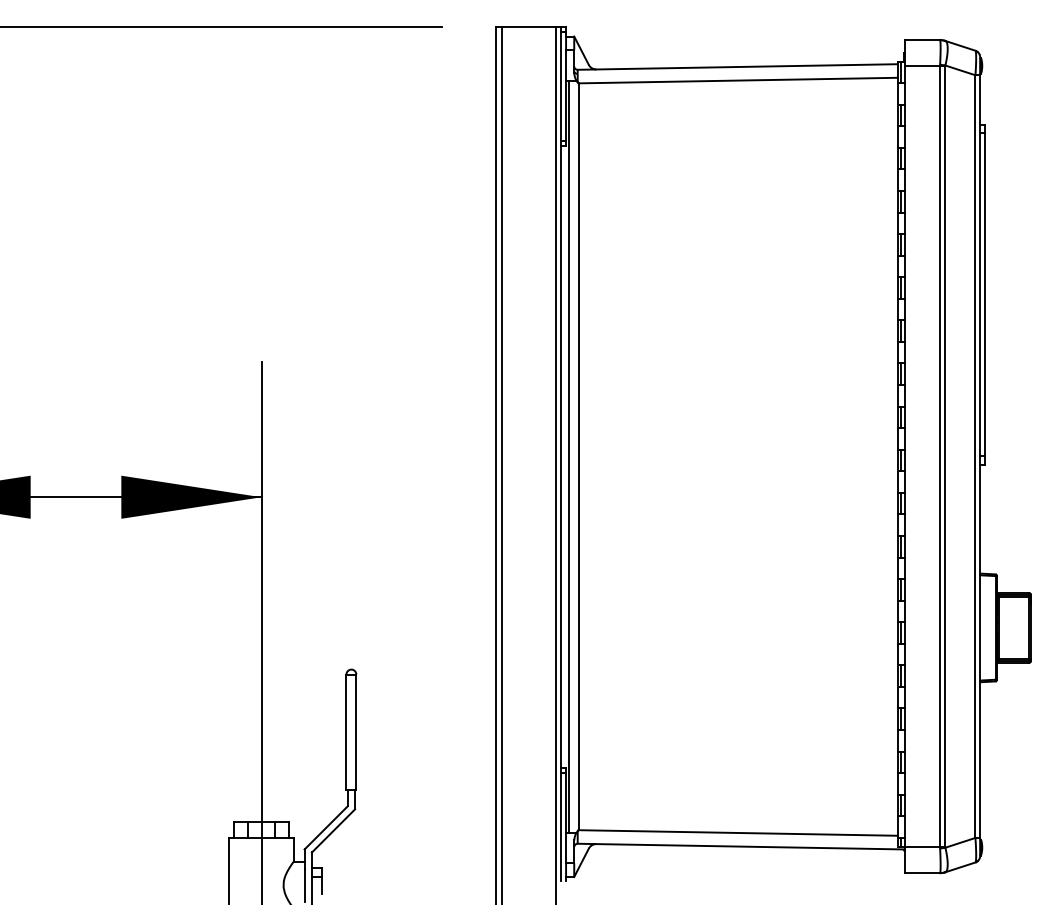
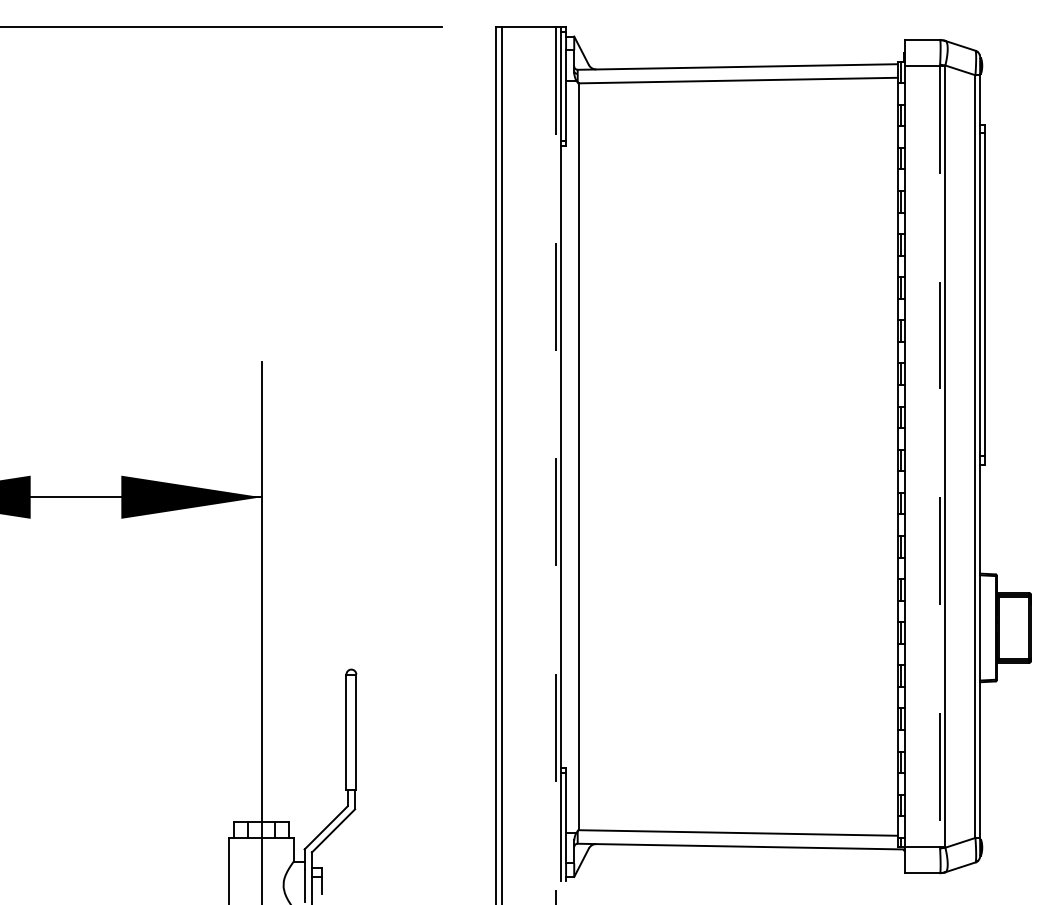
line at (568, 456): present -> none
line at (940, 456): solid -> dashed
line at (555, 466): solid -> dashed
